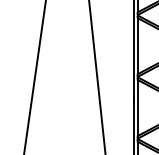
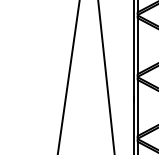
line at (34, 76) position: (34, 76) -> (68, 76)
line at (97, 76) position: (97, 76) -> (106, 76)
